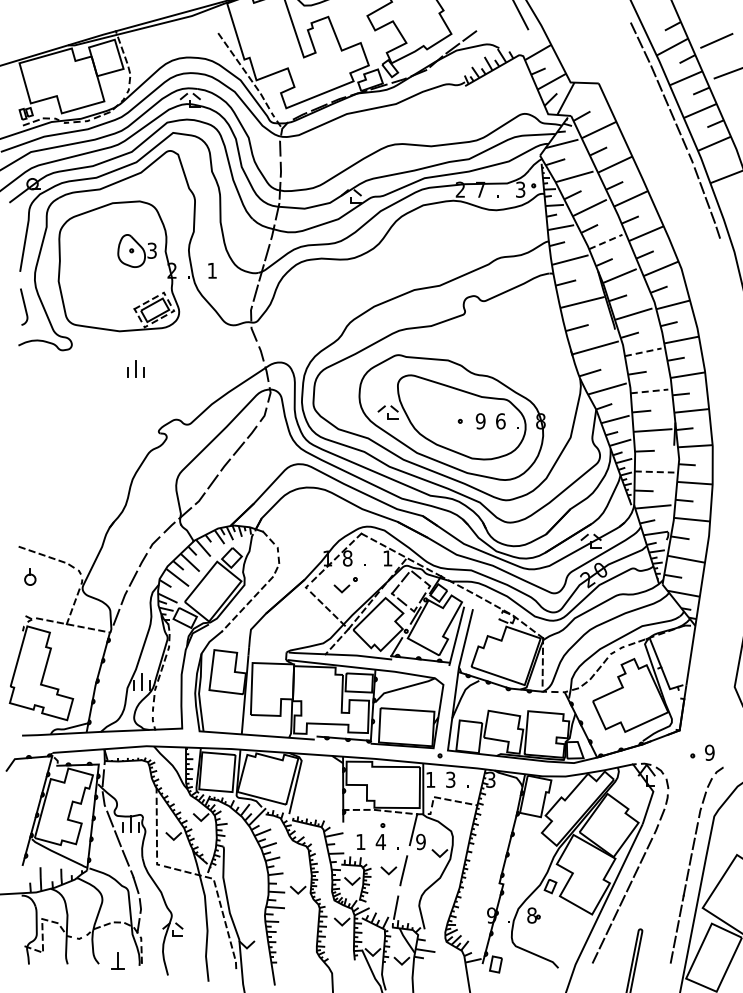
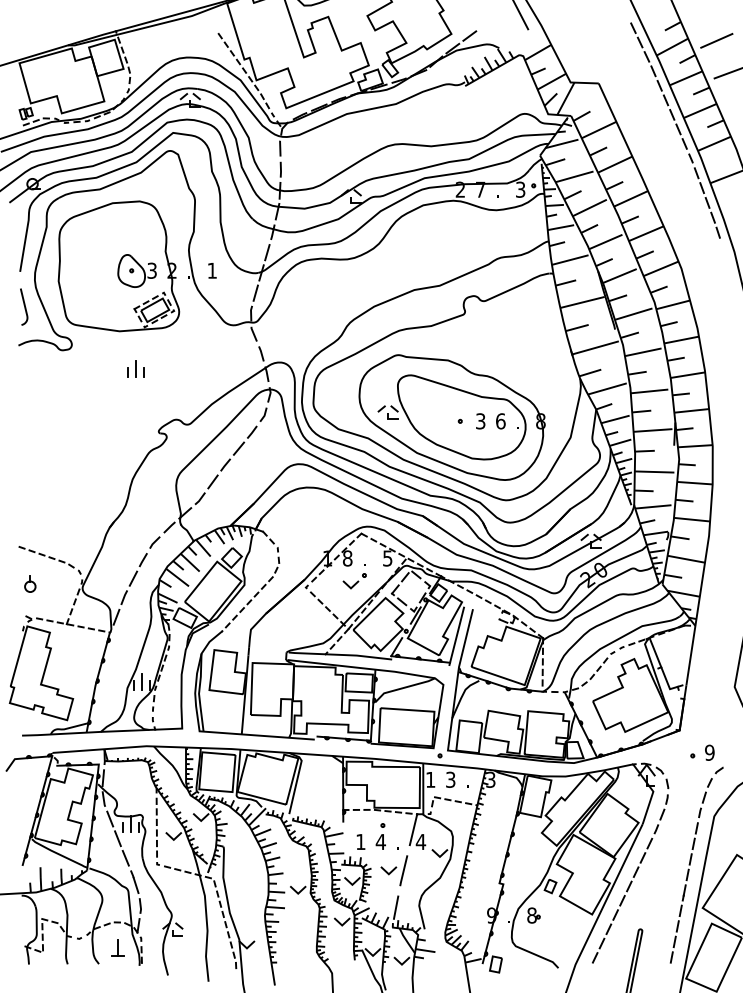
line at (606, 241): dashed -> solid
part at (136, 250) position: (136, 250) -> (136, 270)
line at (643, 352): dashed -> solid
line at (649, 391): dashed -> solid
text at (480, 421): 9 -> 3
line at (654, 472): dashed -> solid
text at (387, 558): 1 -> 5
part at (30, 576) position: (30, 576) -> (30, 583)
part at (345, 585) position: (345, 585) -> (354, 581)
text at (420, 841): 9 -> 4
part at (117, 960) position: (117, 960) -> (117, 947)
